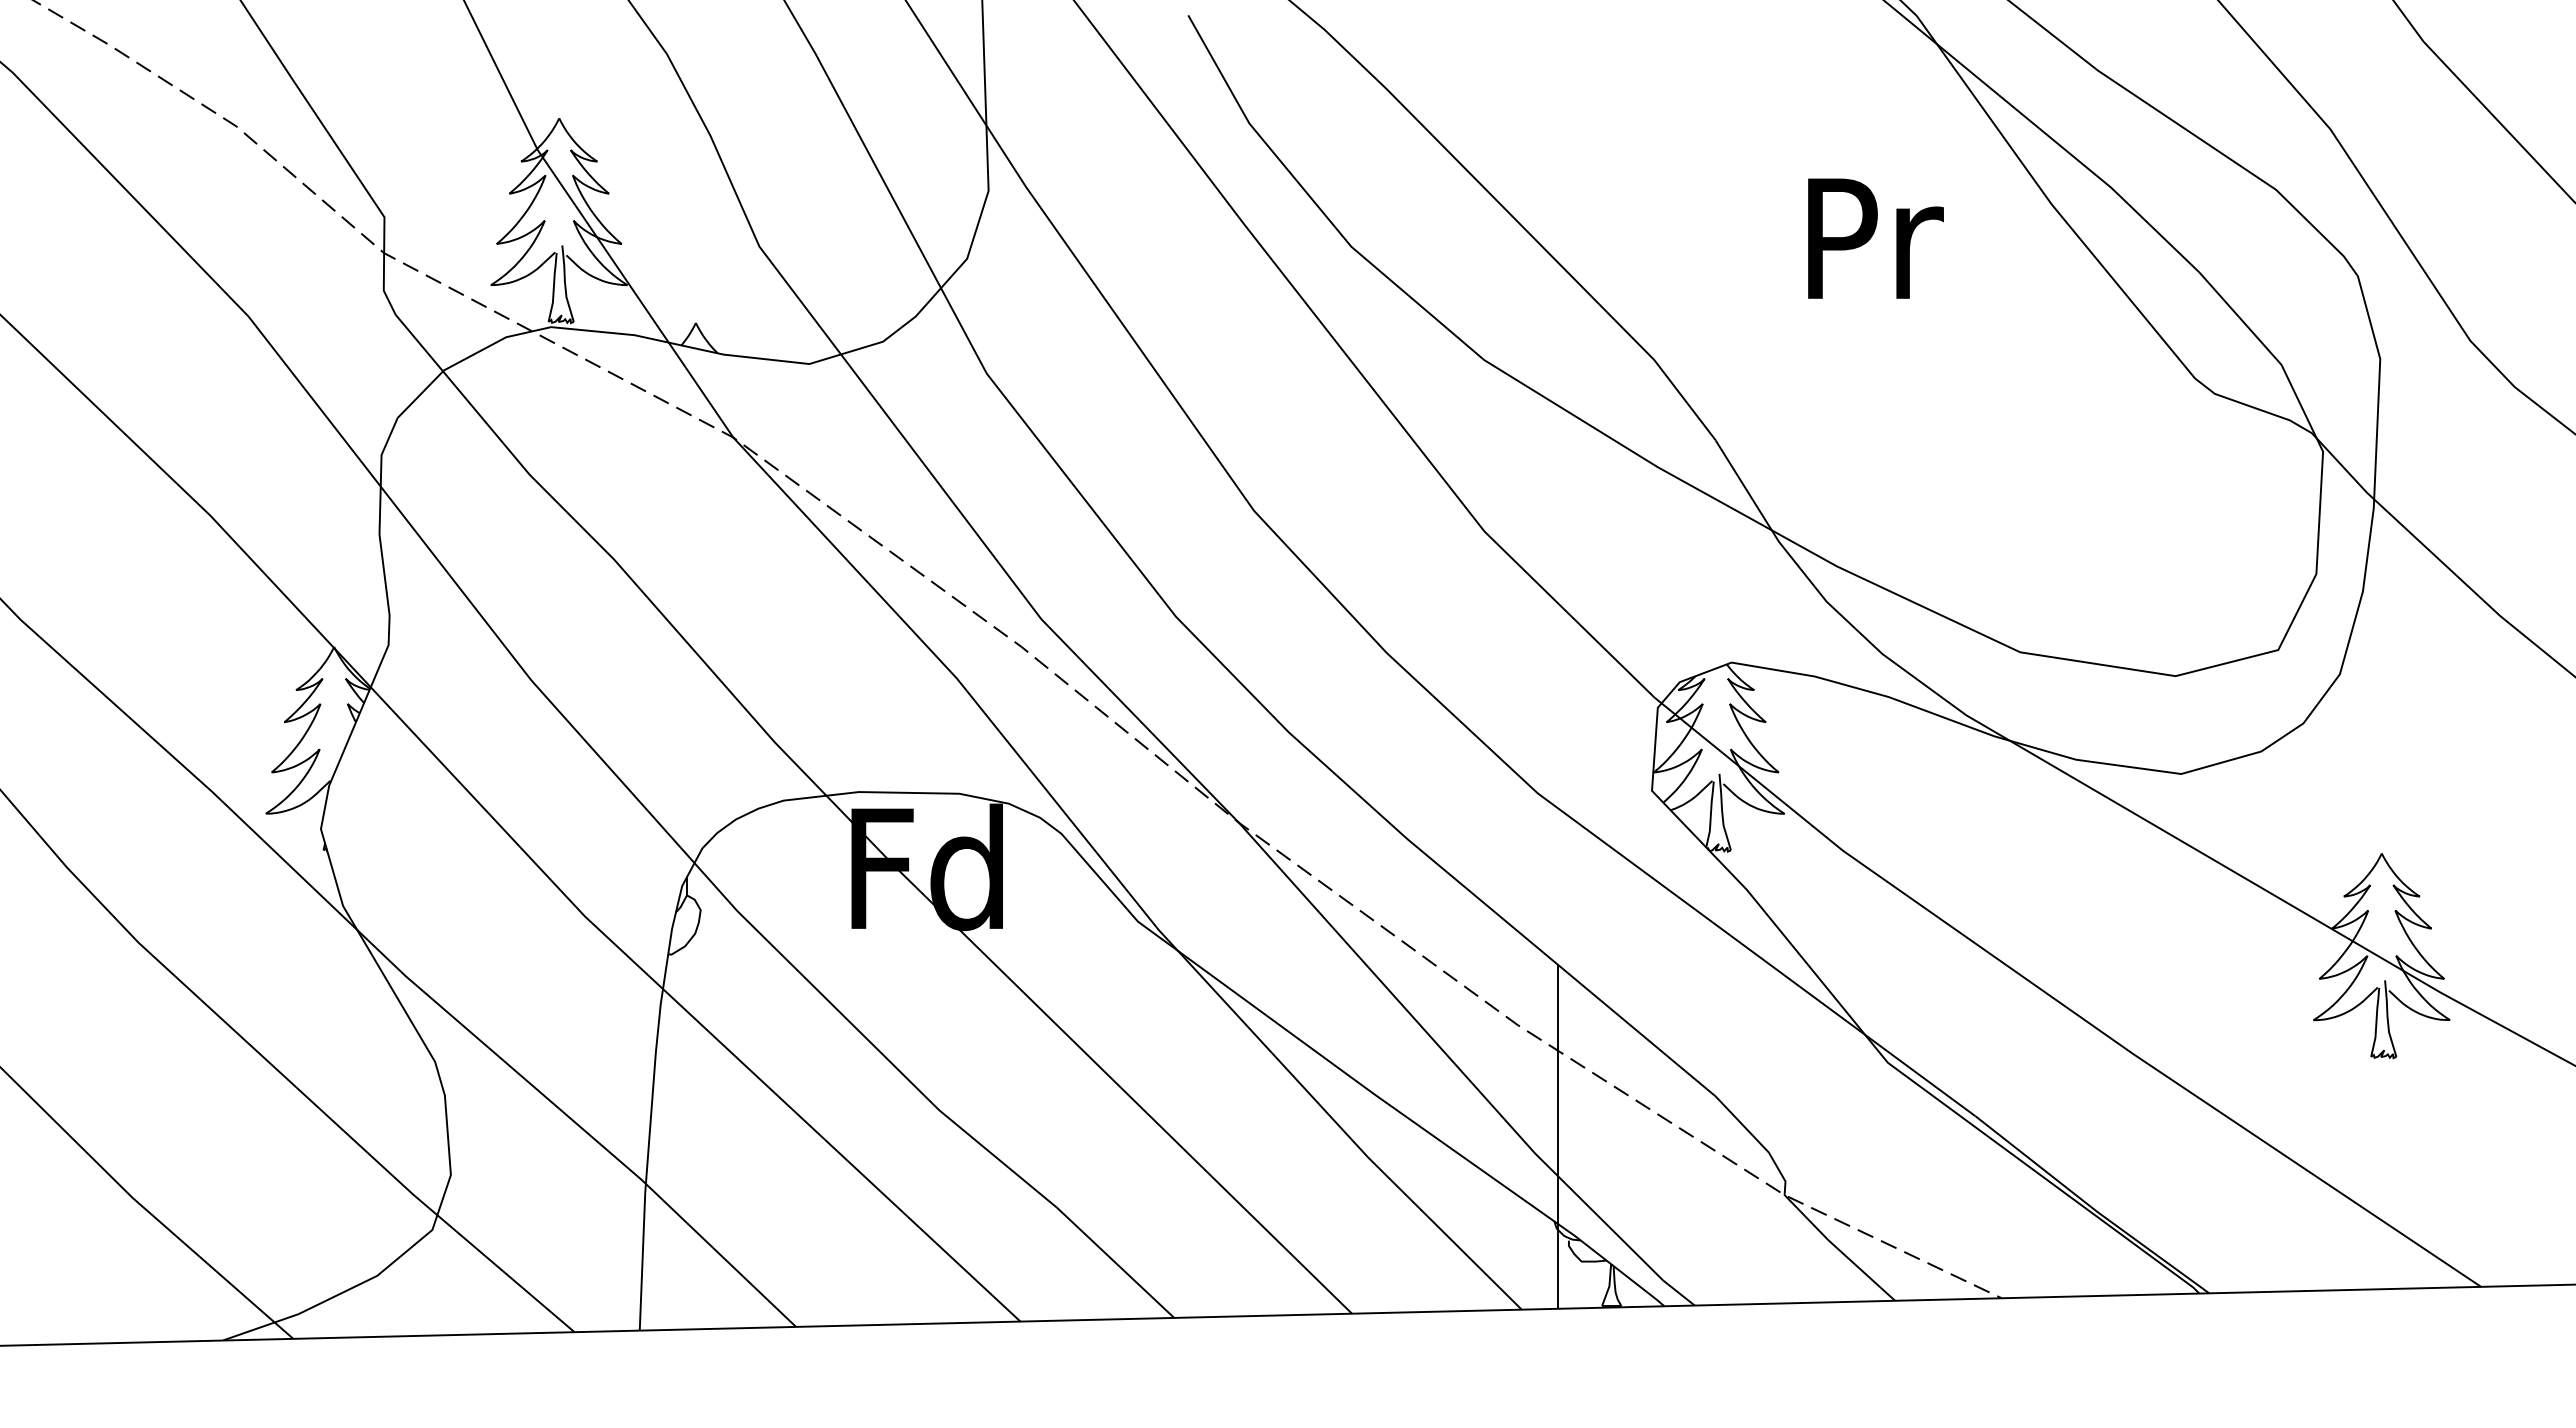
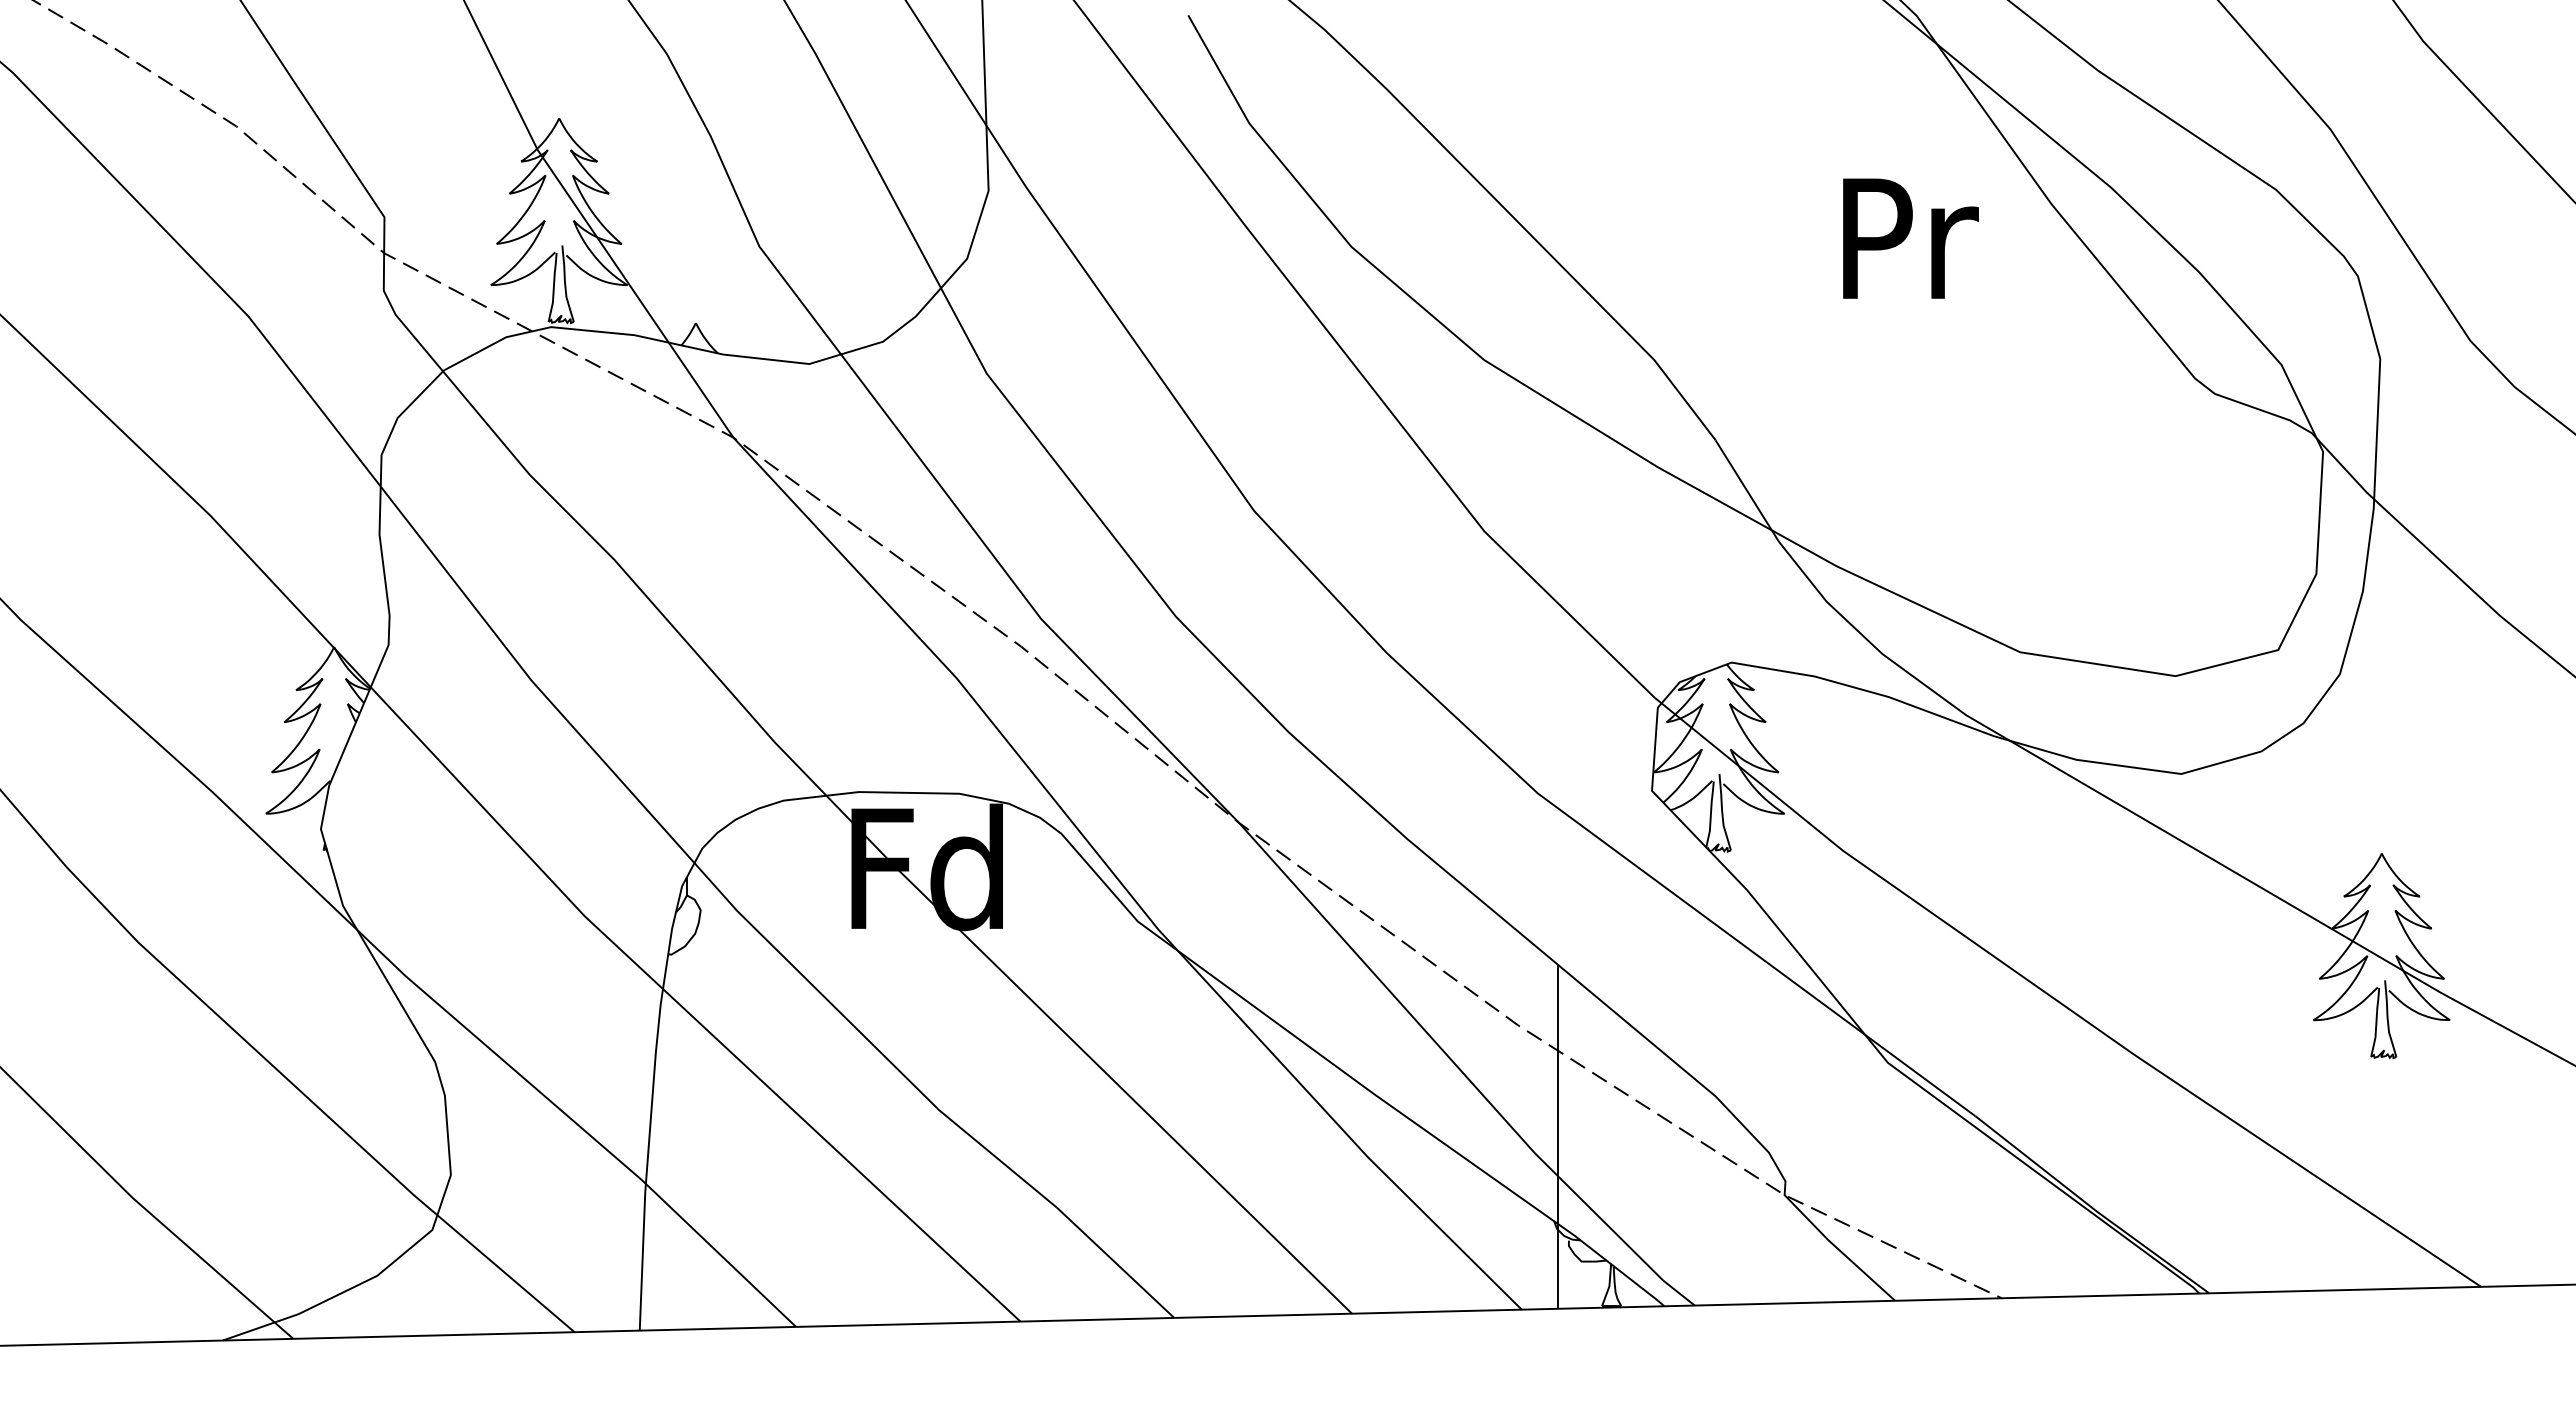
text at (1875, 238) position: (1875, 238) -> (1910, 238)
